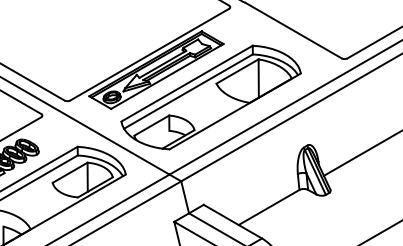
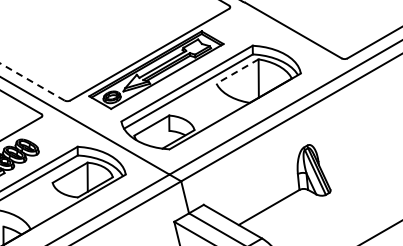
line at (237, 71): solid -> dashed
line at (32, 82): solid -> dashed
line at (361, 153): present -> none
